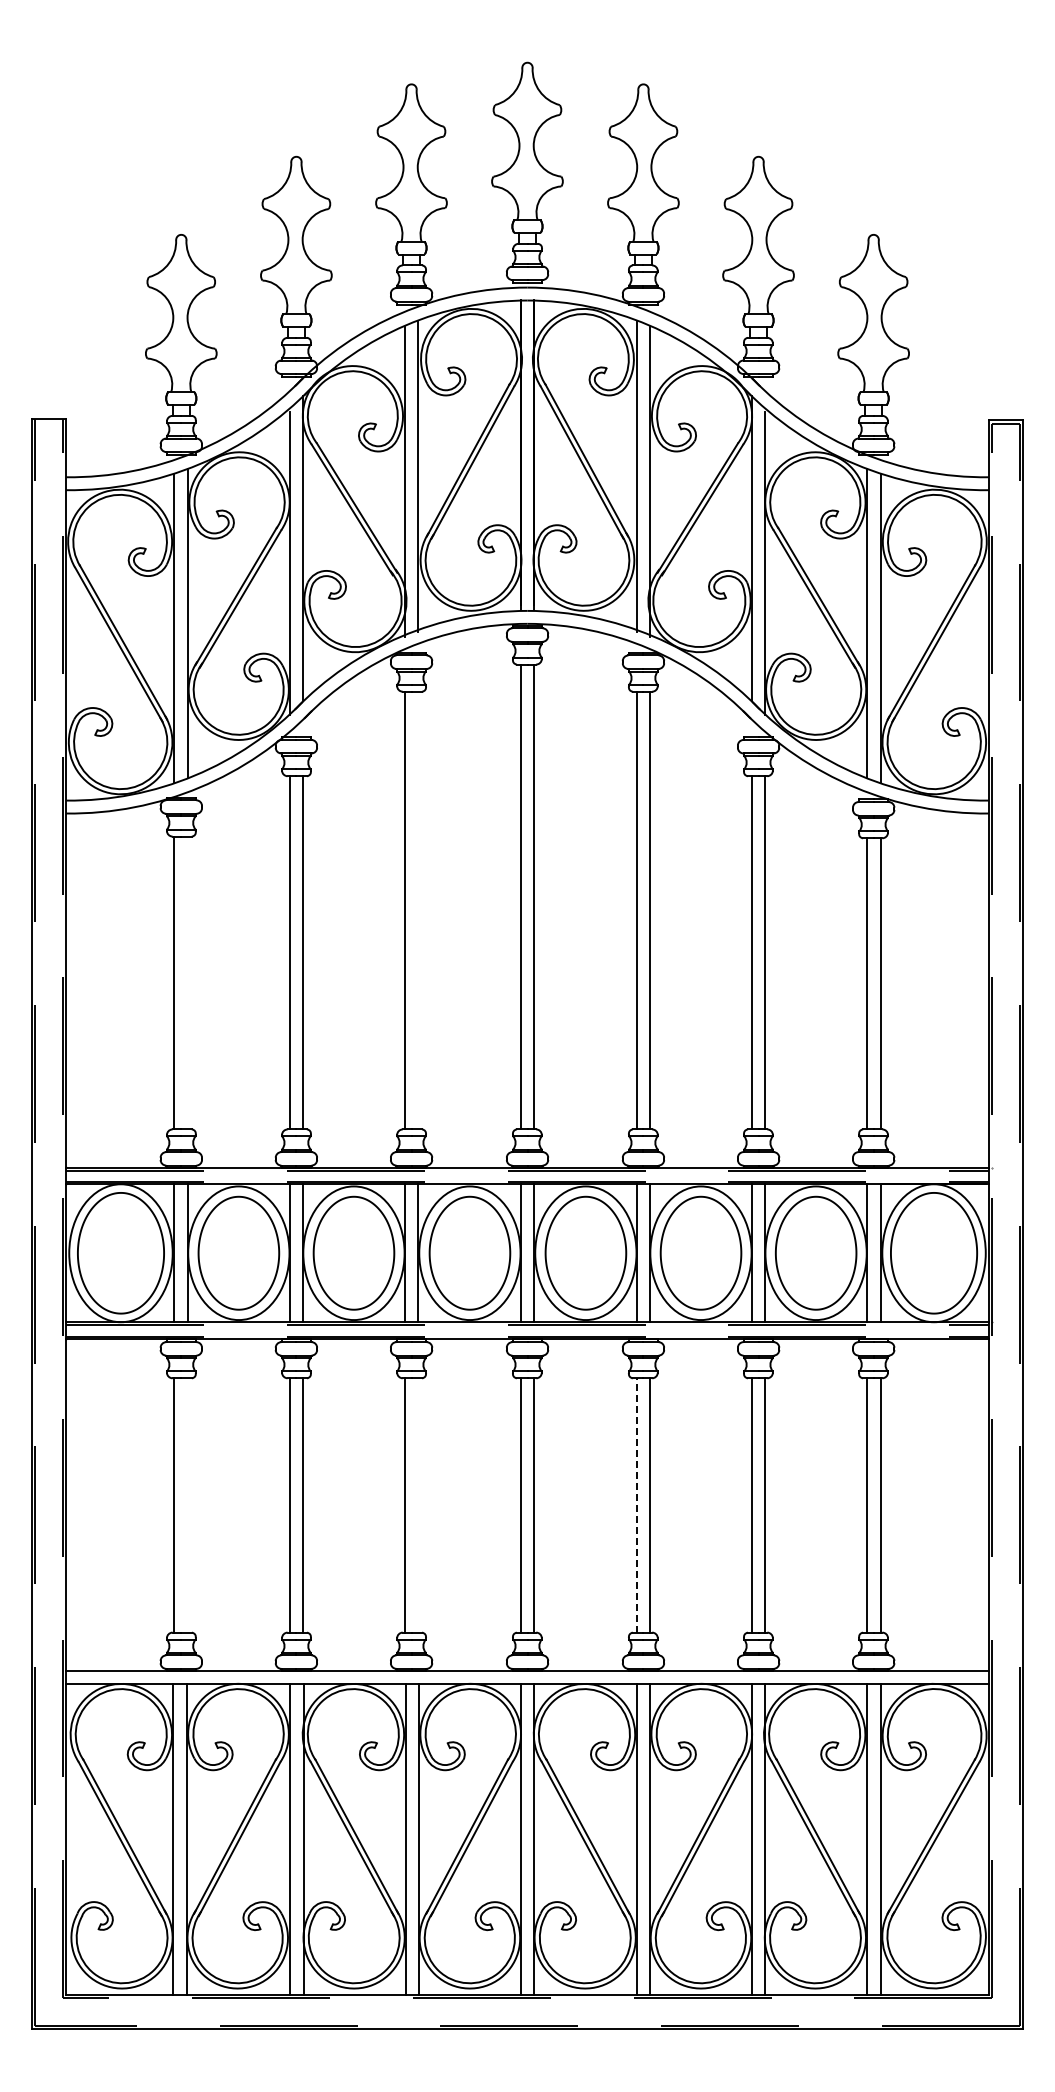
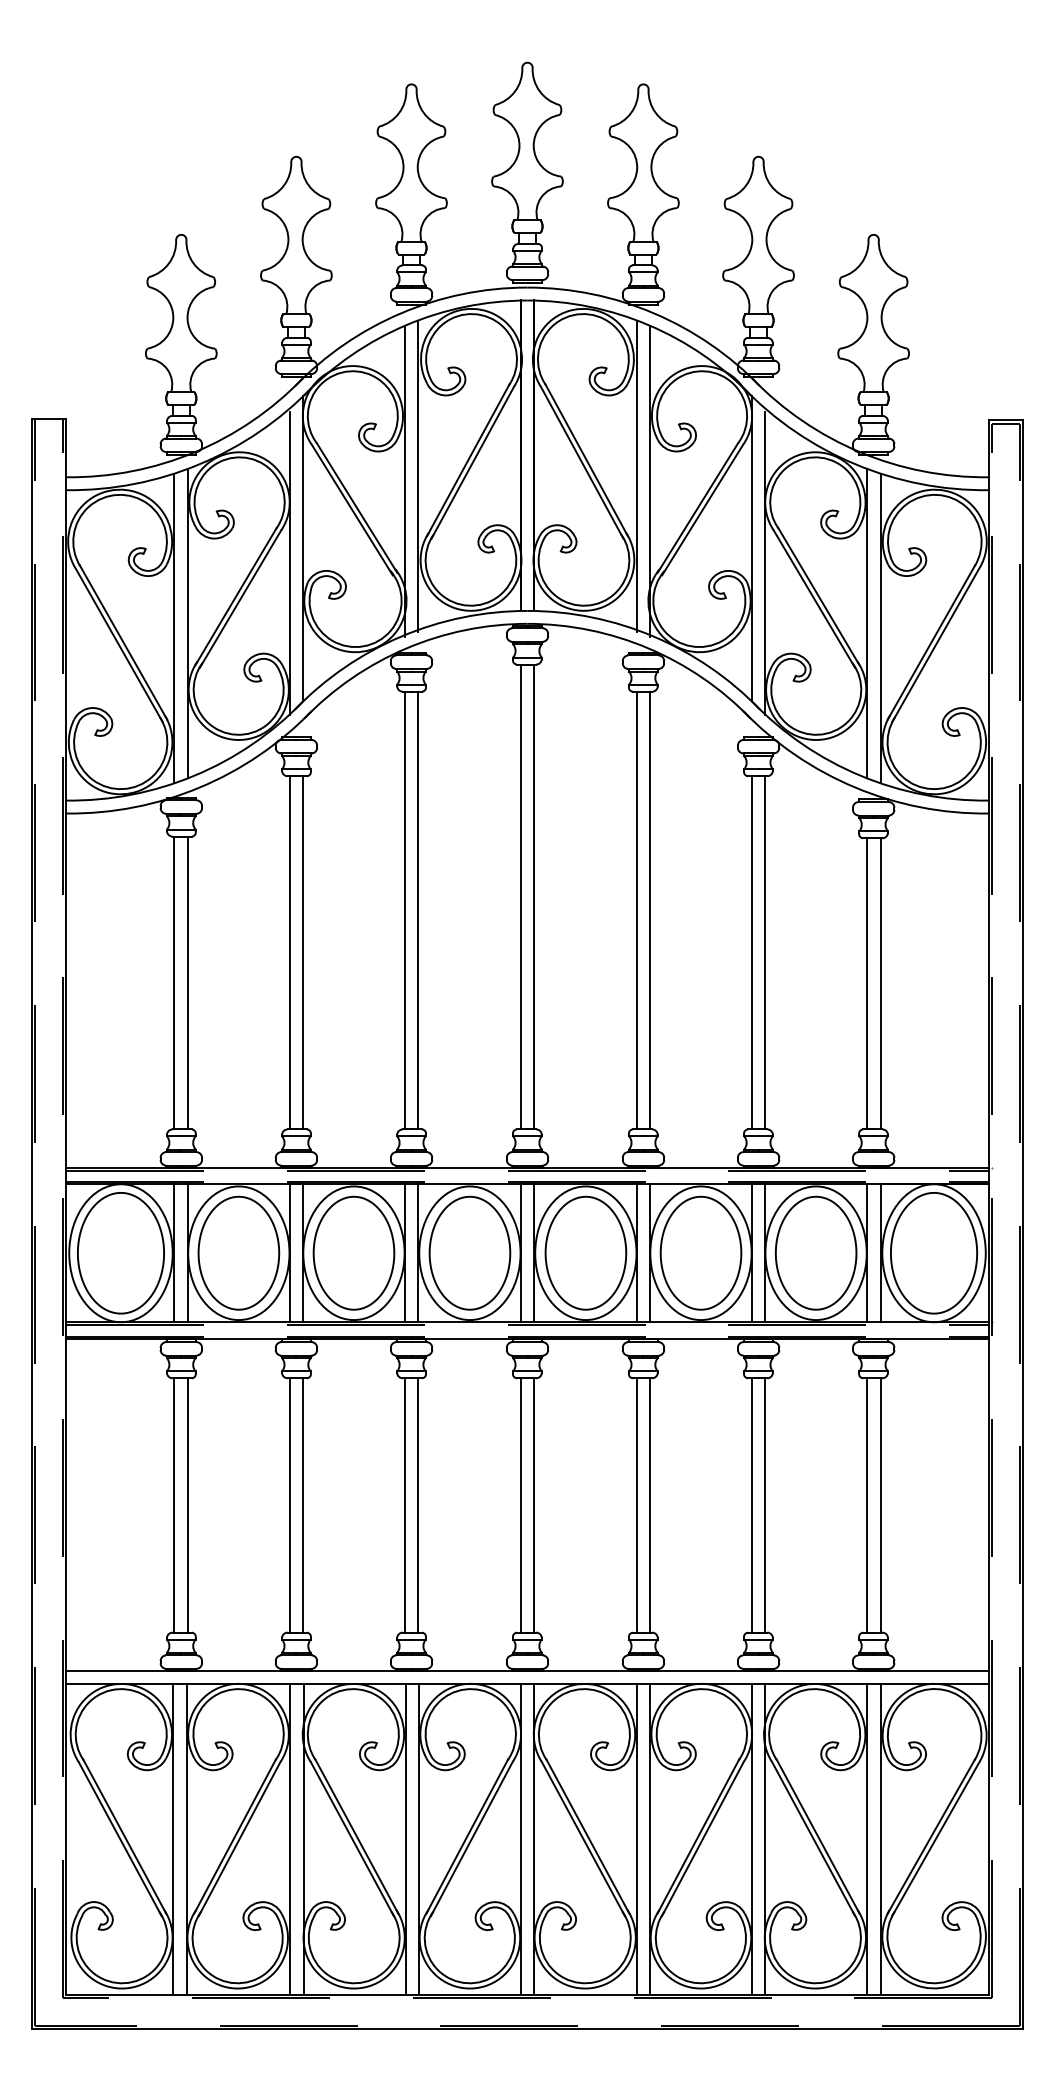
line at (418, 910): none -> present
line at (188, 982): none -> present
line at (636, 1504): dashed -> solid
line at (188, 1505): none -> present
line at (418, 1505): none -> present
